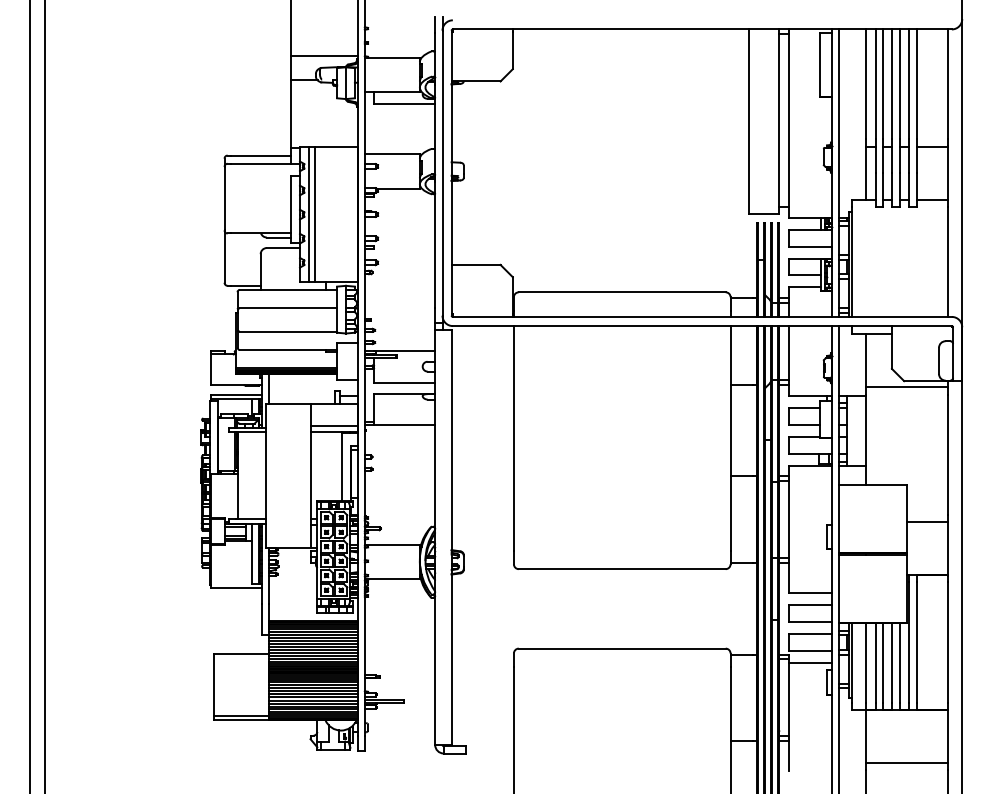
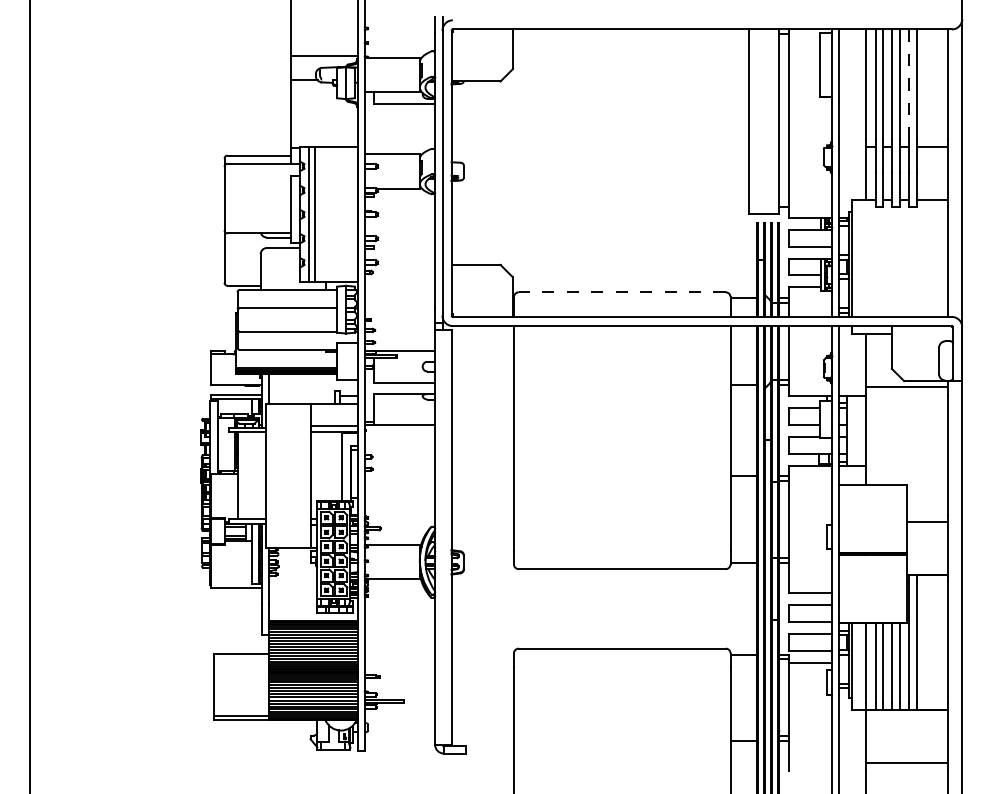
line at (909, 84): solid -> dashed
line at (621, 292): solid -> dashed
line at (45, 396): present -> none
